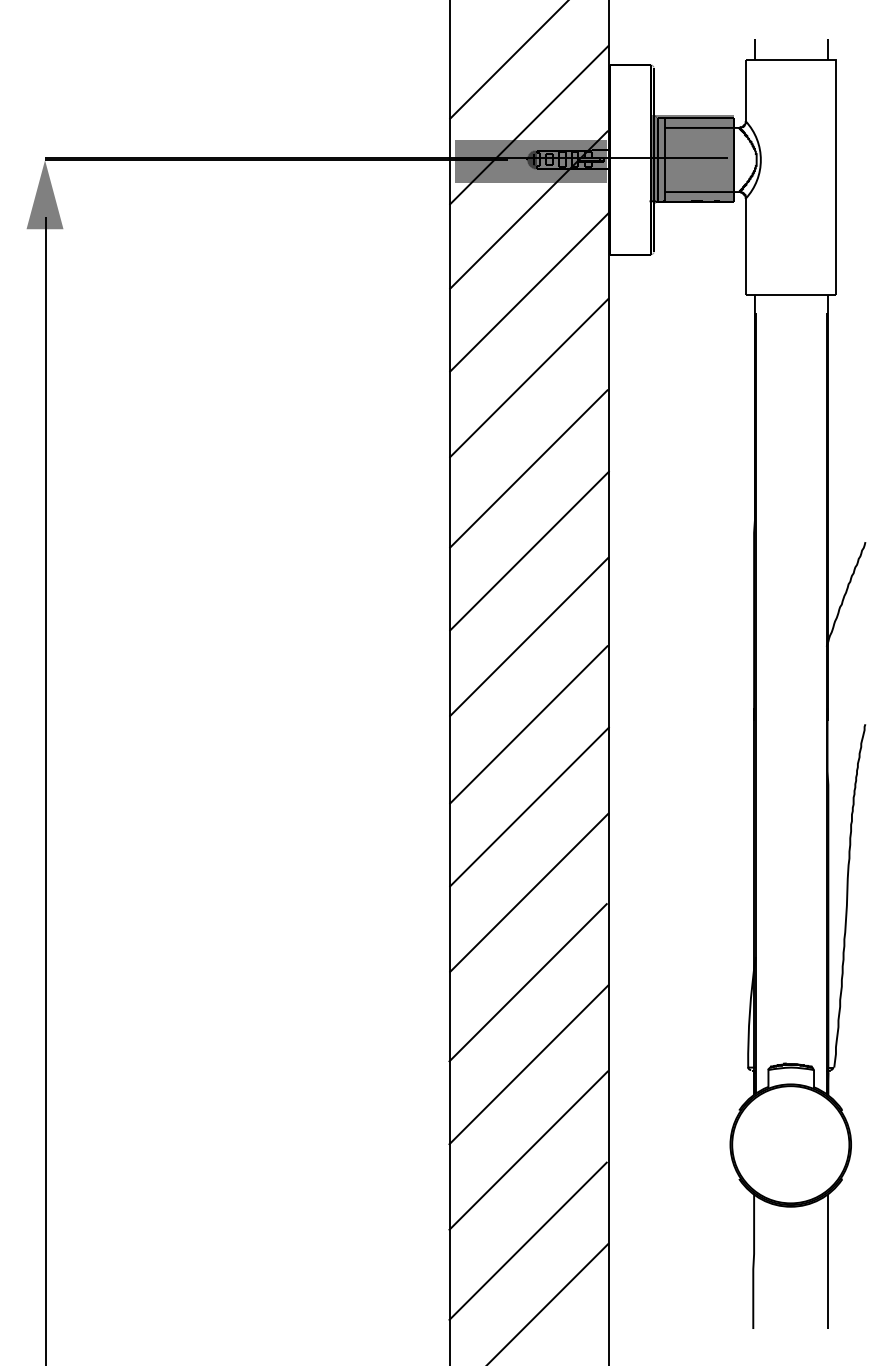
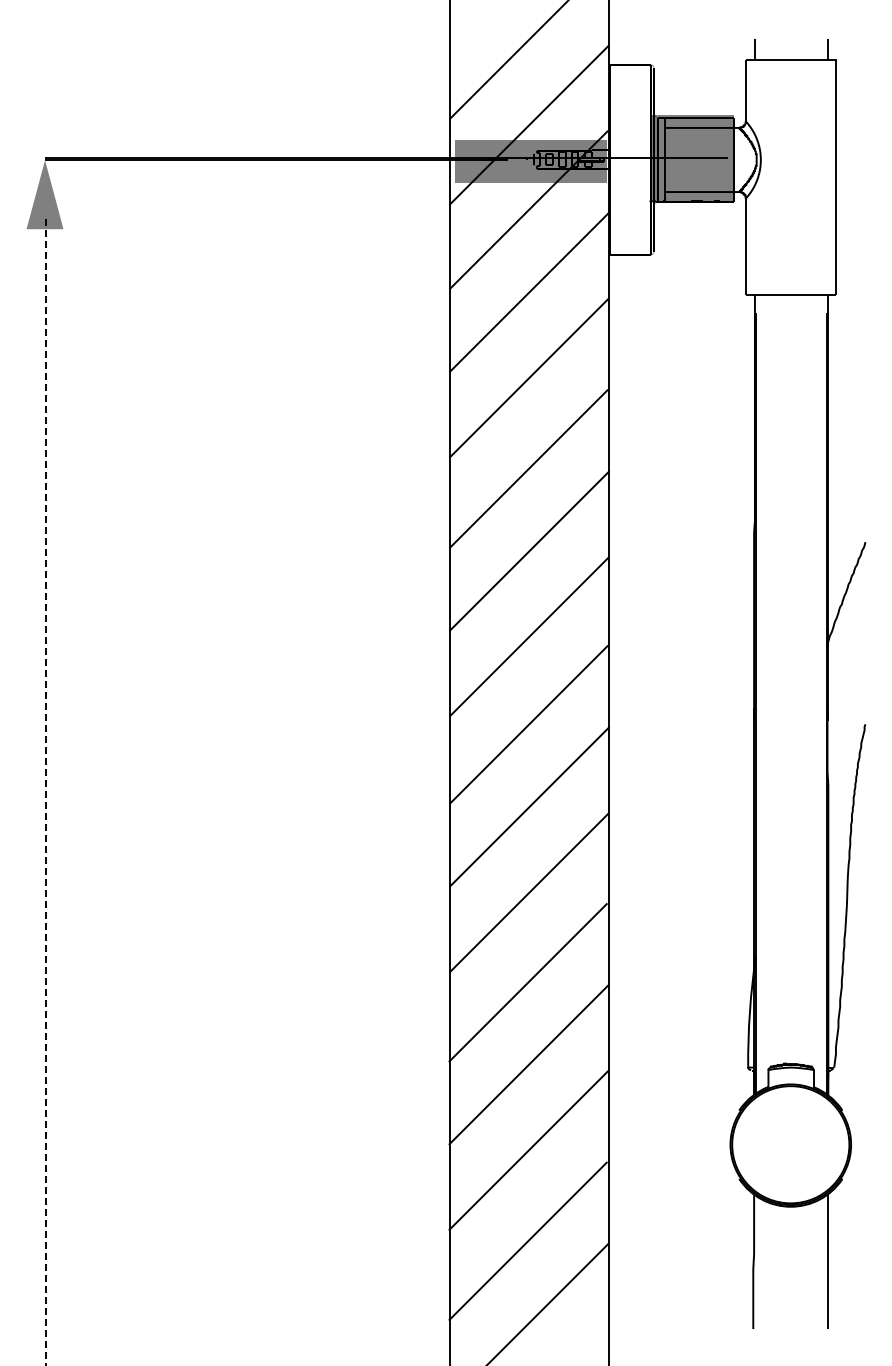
fill at (531, 159): present -> none
line at (45, 790): solid -> dashed
